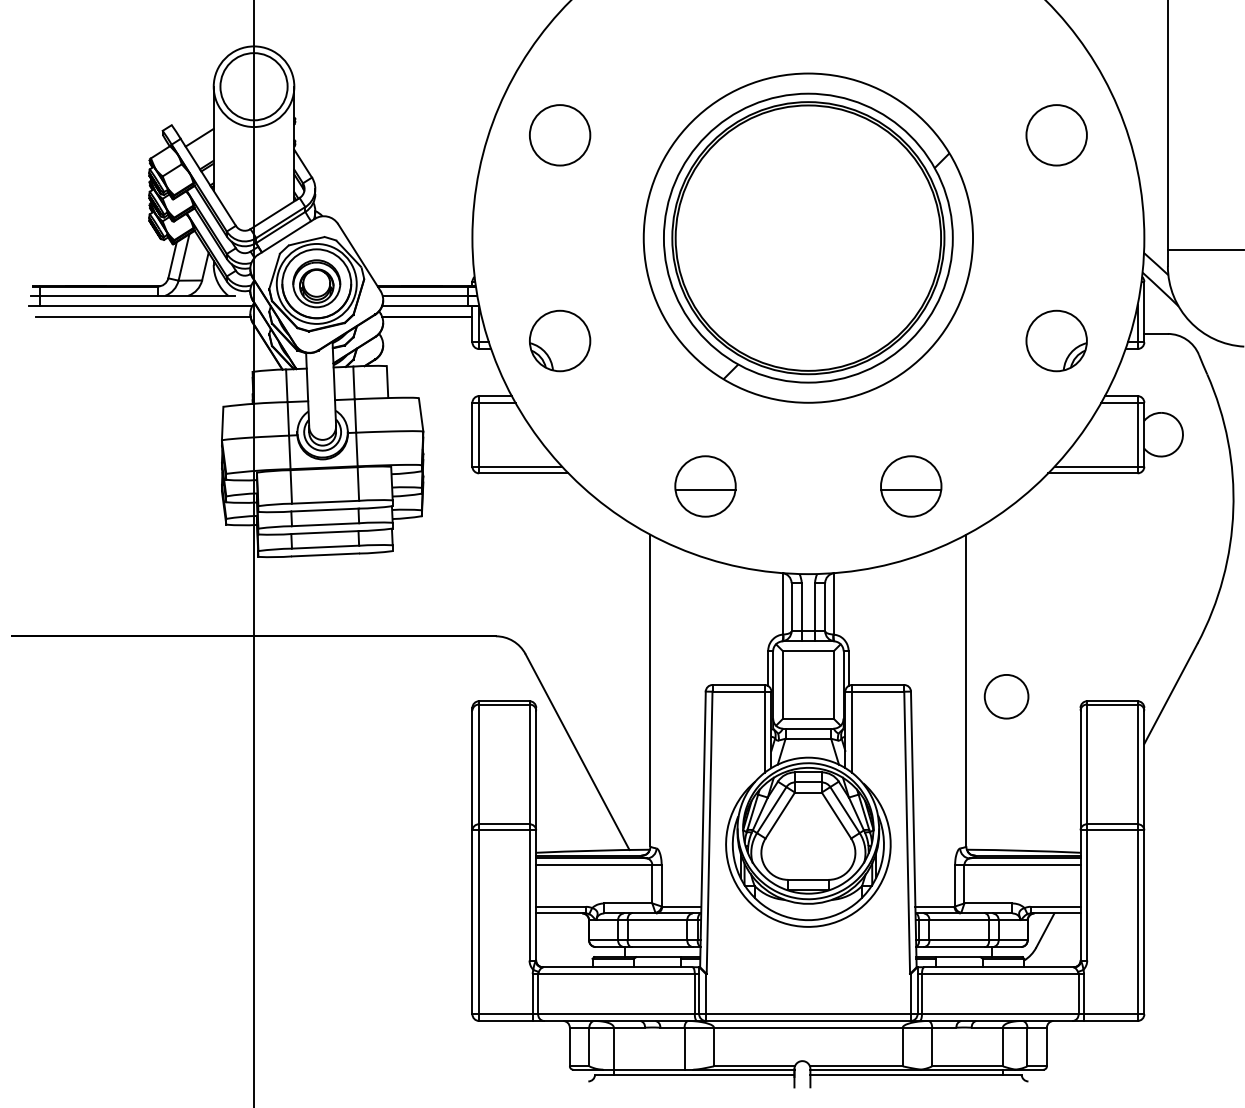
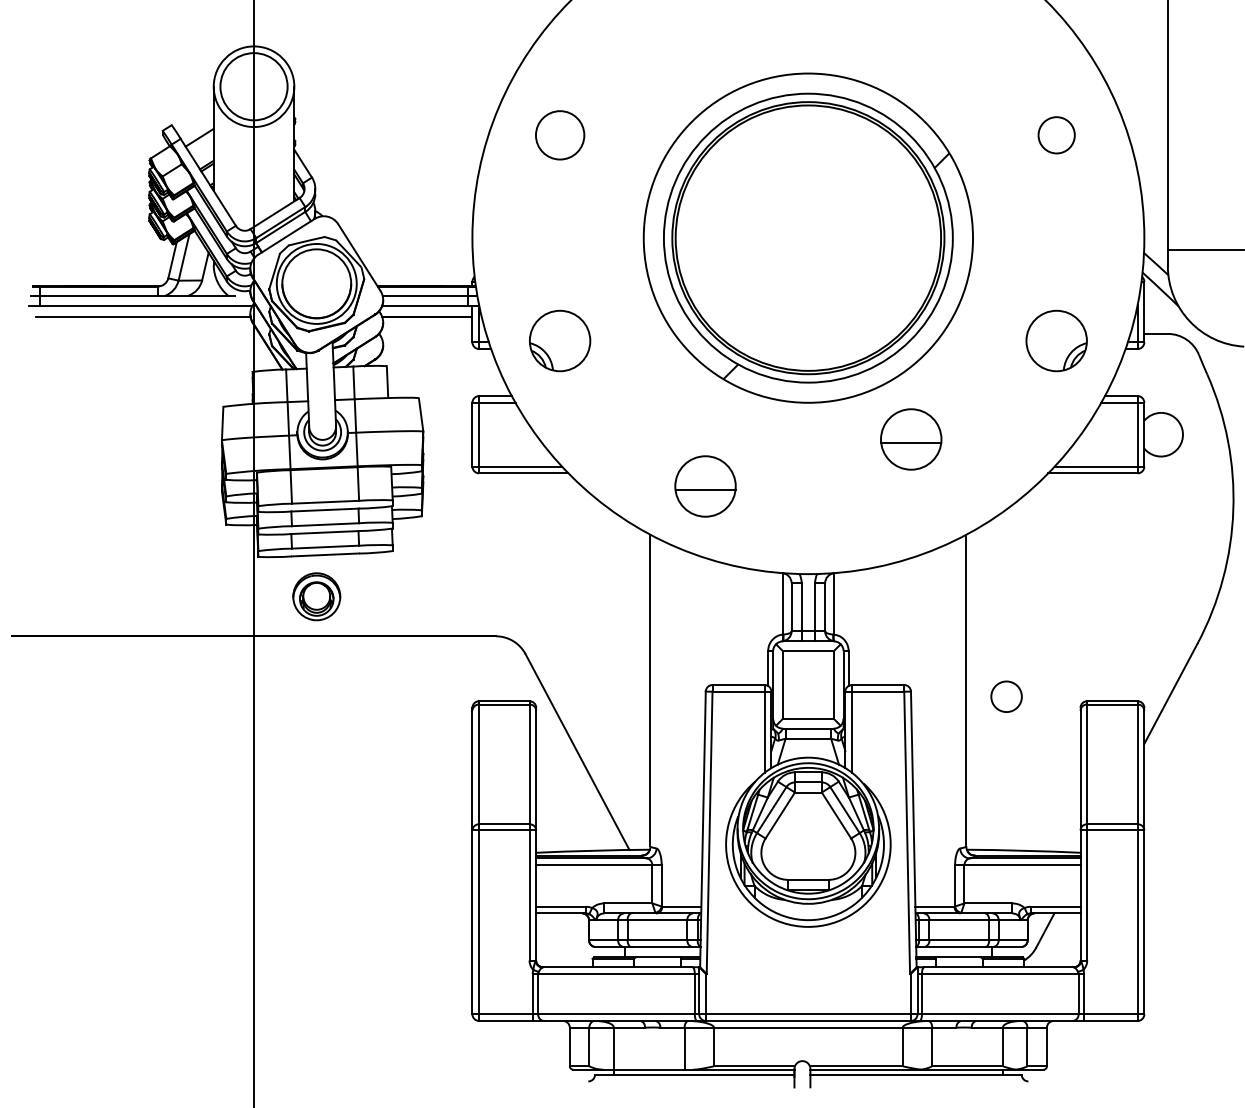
circle at (560, 135) size: 63x63 px -> 51x51 px
circle at (1056, 135) diameter: 60 px -> 36 px
part at (316, 283) position: (316, 283) -> (316, 596)
part at (911, 486) position: (911, 486) -> (911, 439)
circle at (1006, 696) diameter: 44 px -> 31 px
